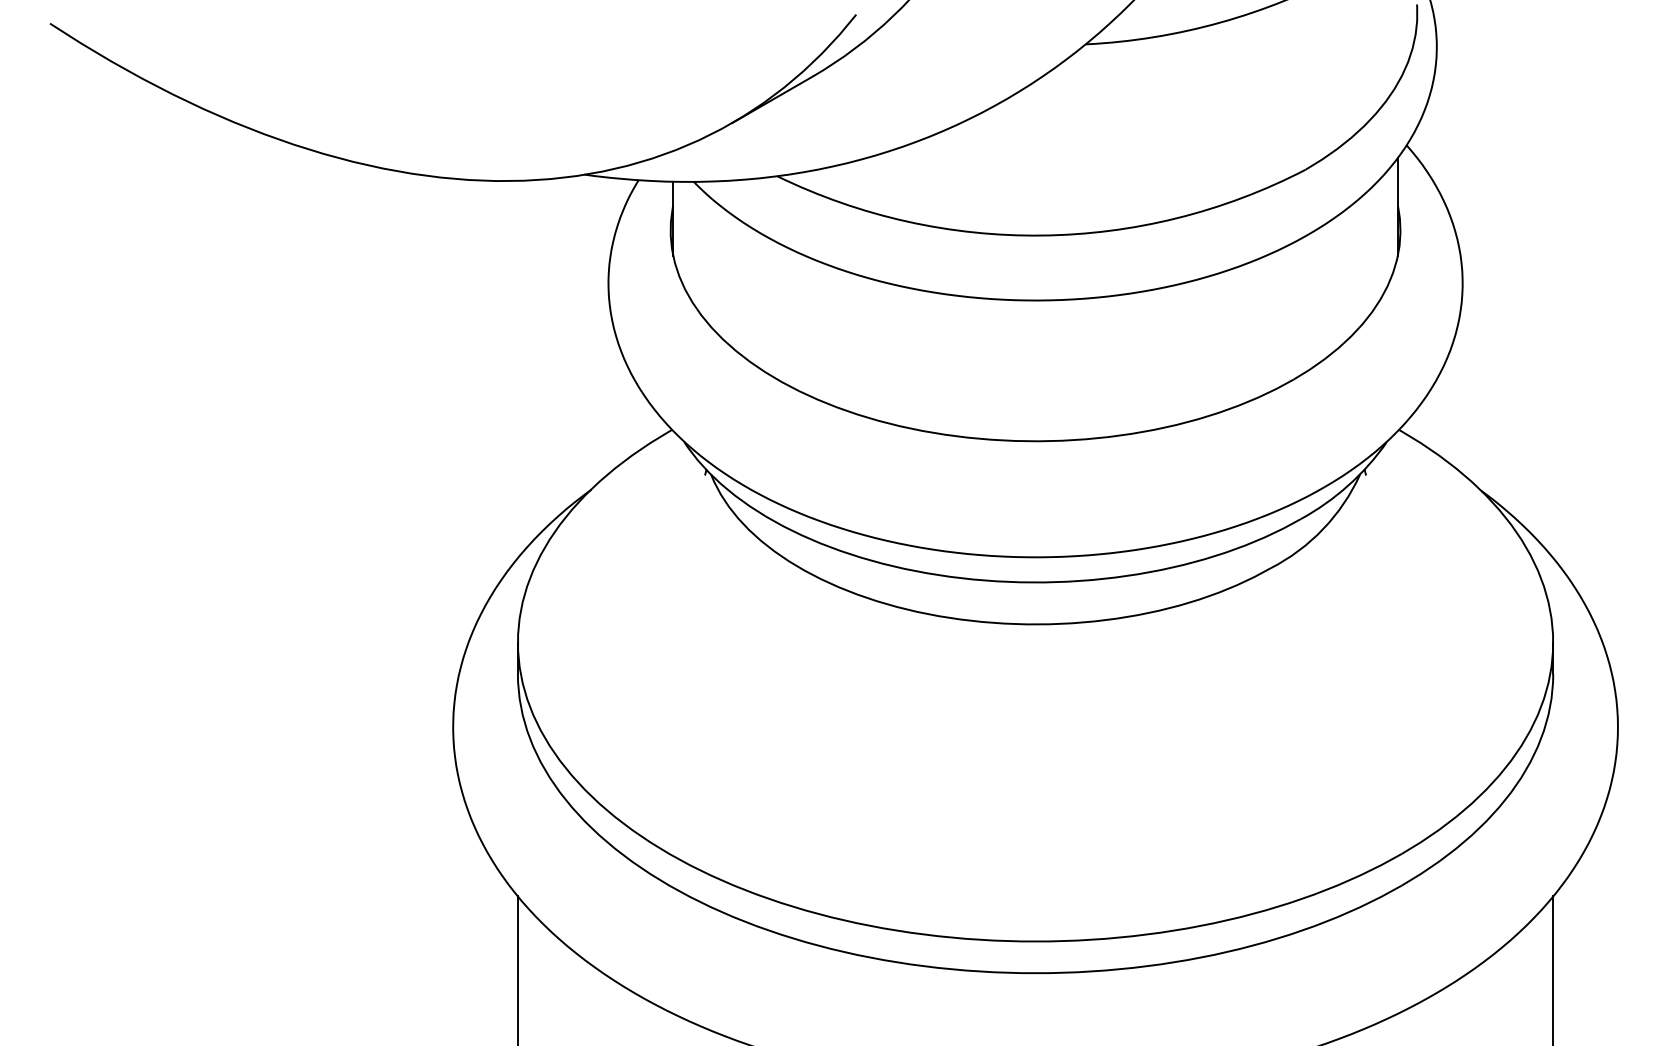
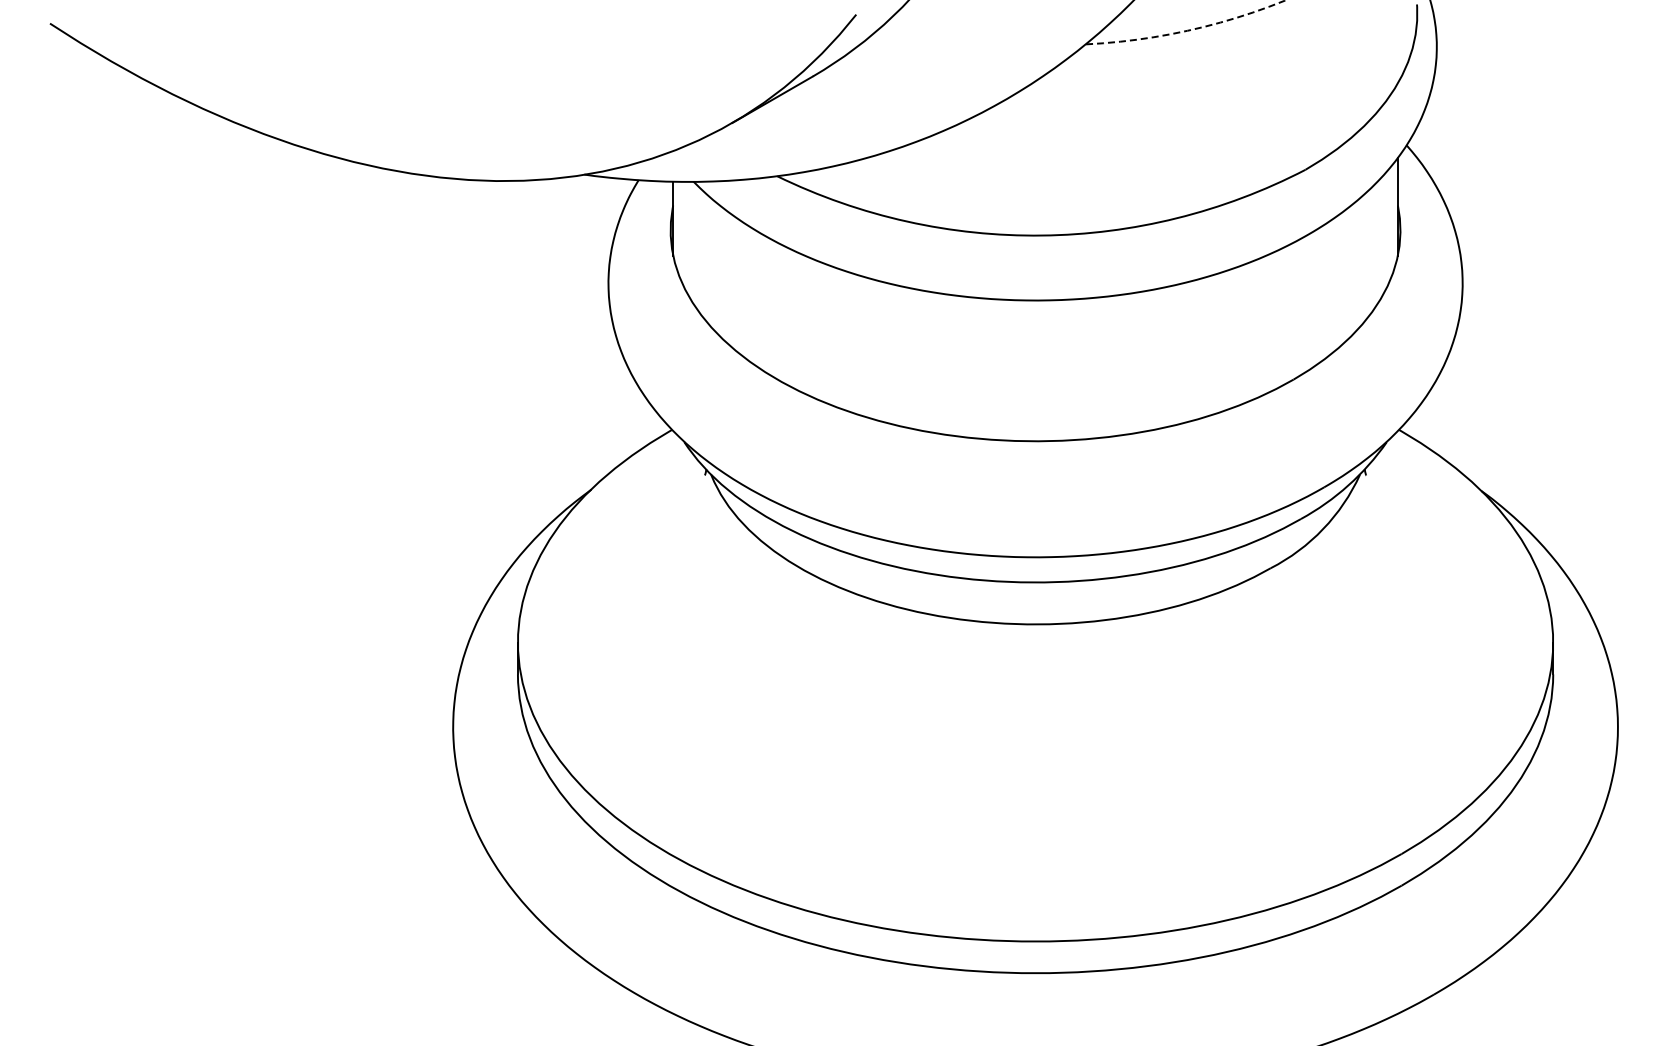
arc at (1188, 30): solid -> dashed
line at (517, 969): present -> none
line at (1553, 969): present -> none
